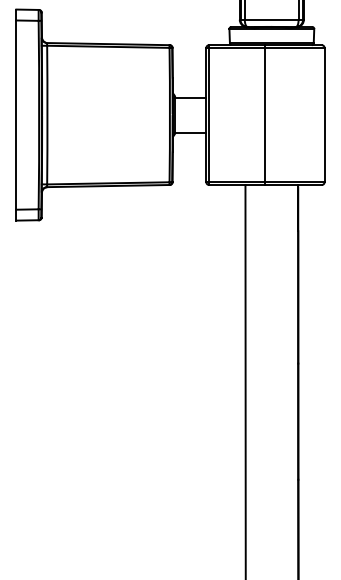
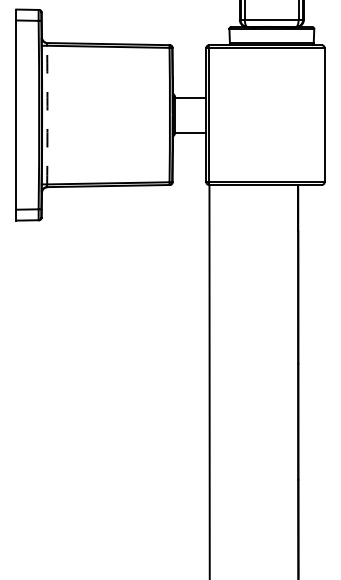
line at (264, 114): present -> none
arc at (47, 115): solid -> dashed
line at (245, 380) position: (245, 380) -> (209, 380)
